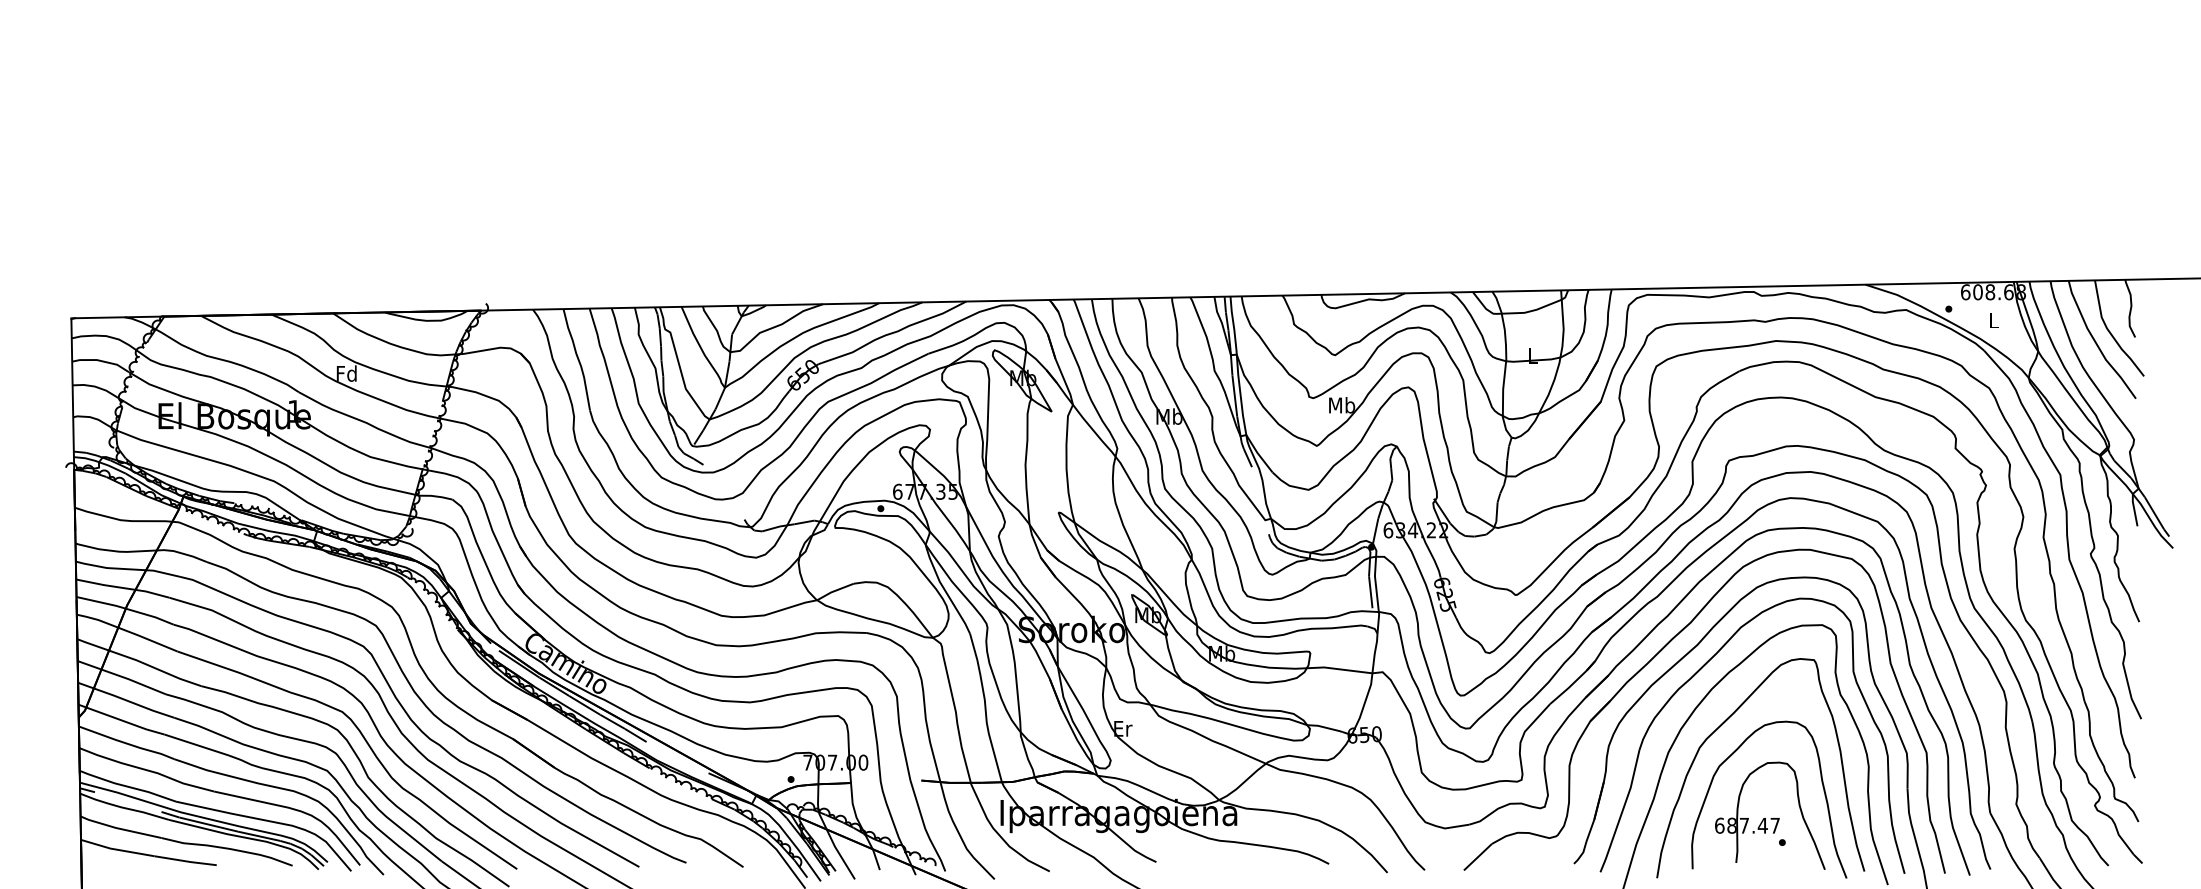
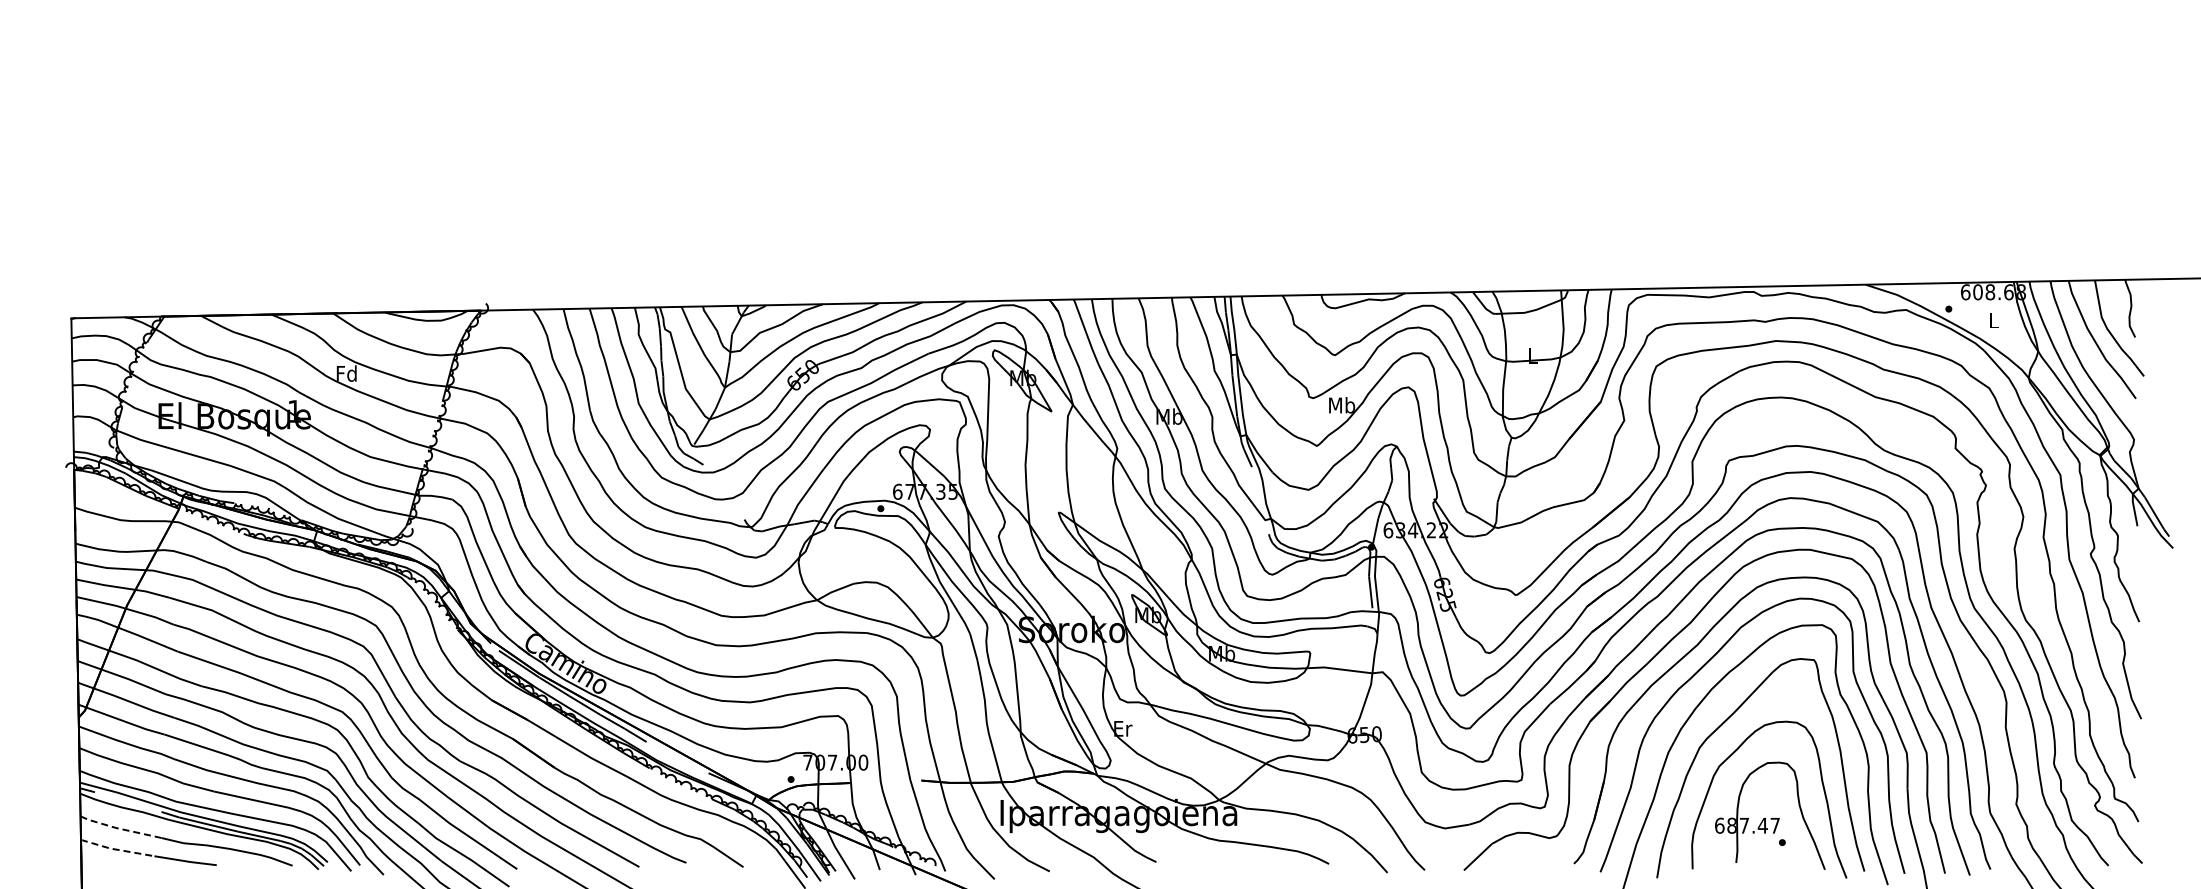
line at (119, 828): solid -> dashed
line at (116, 849): solid -> dashed
